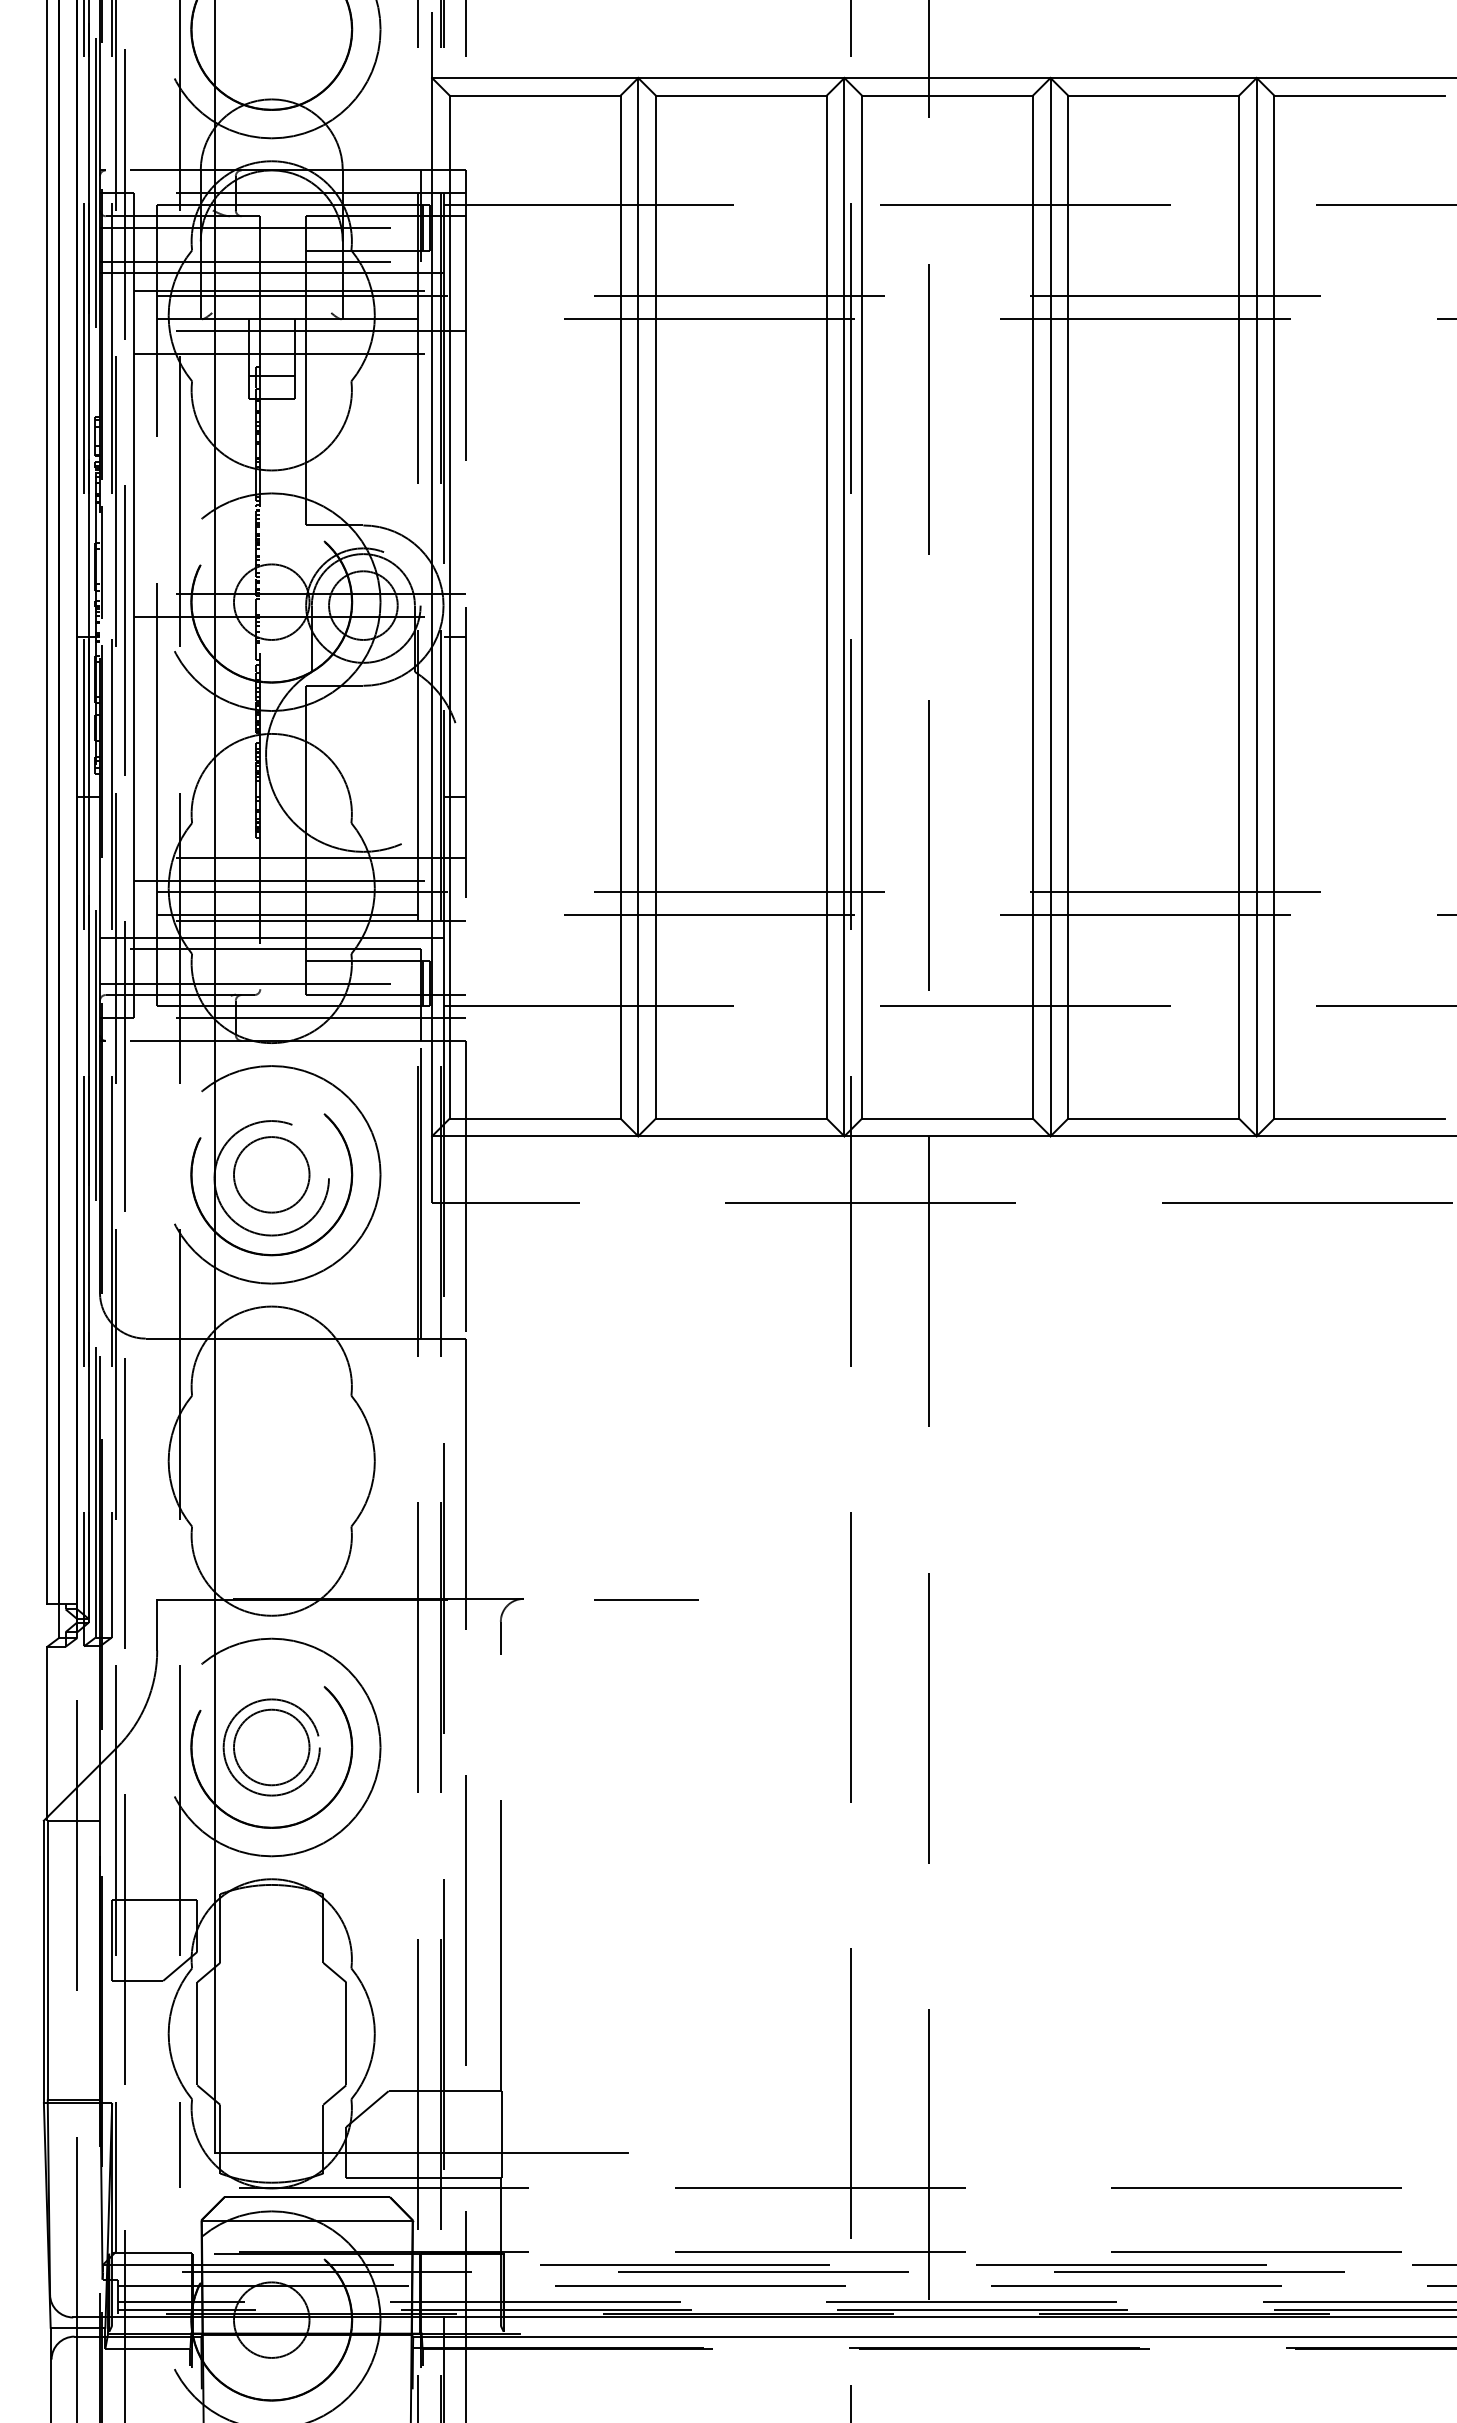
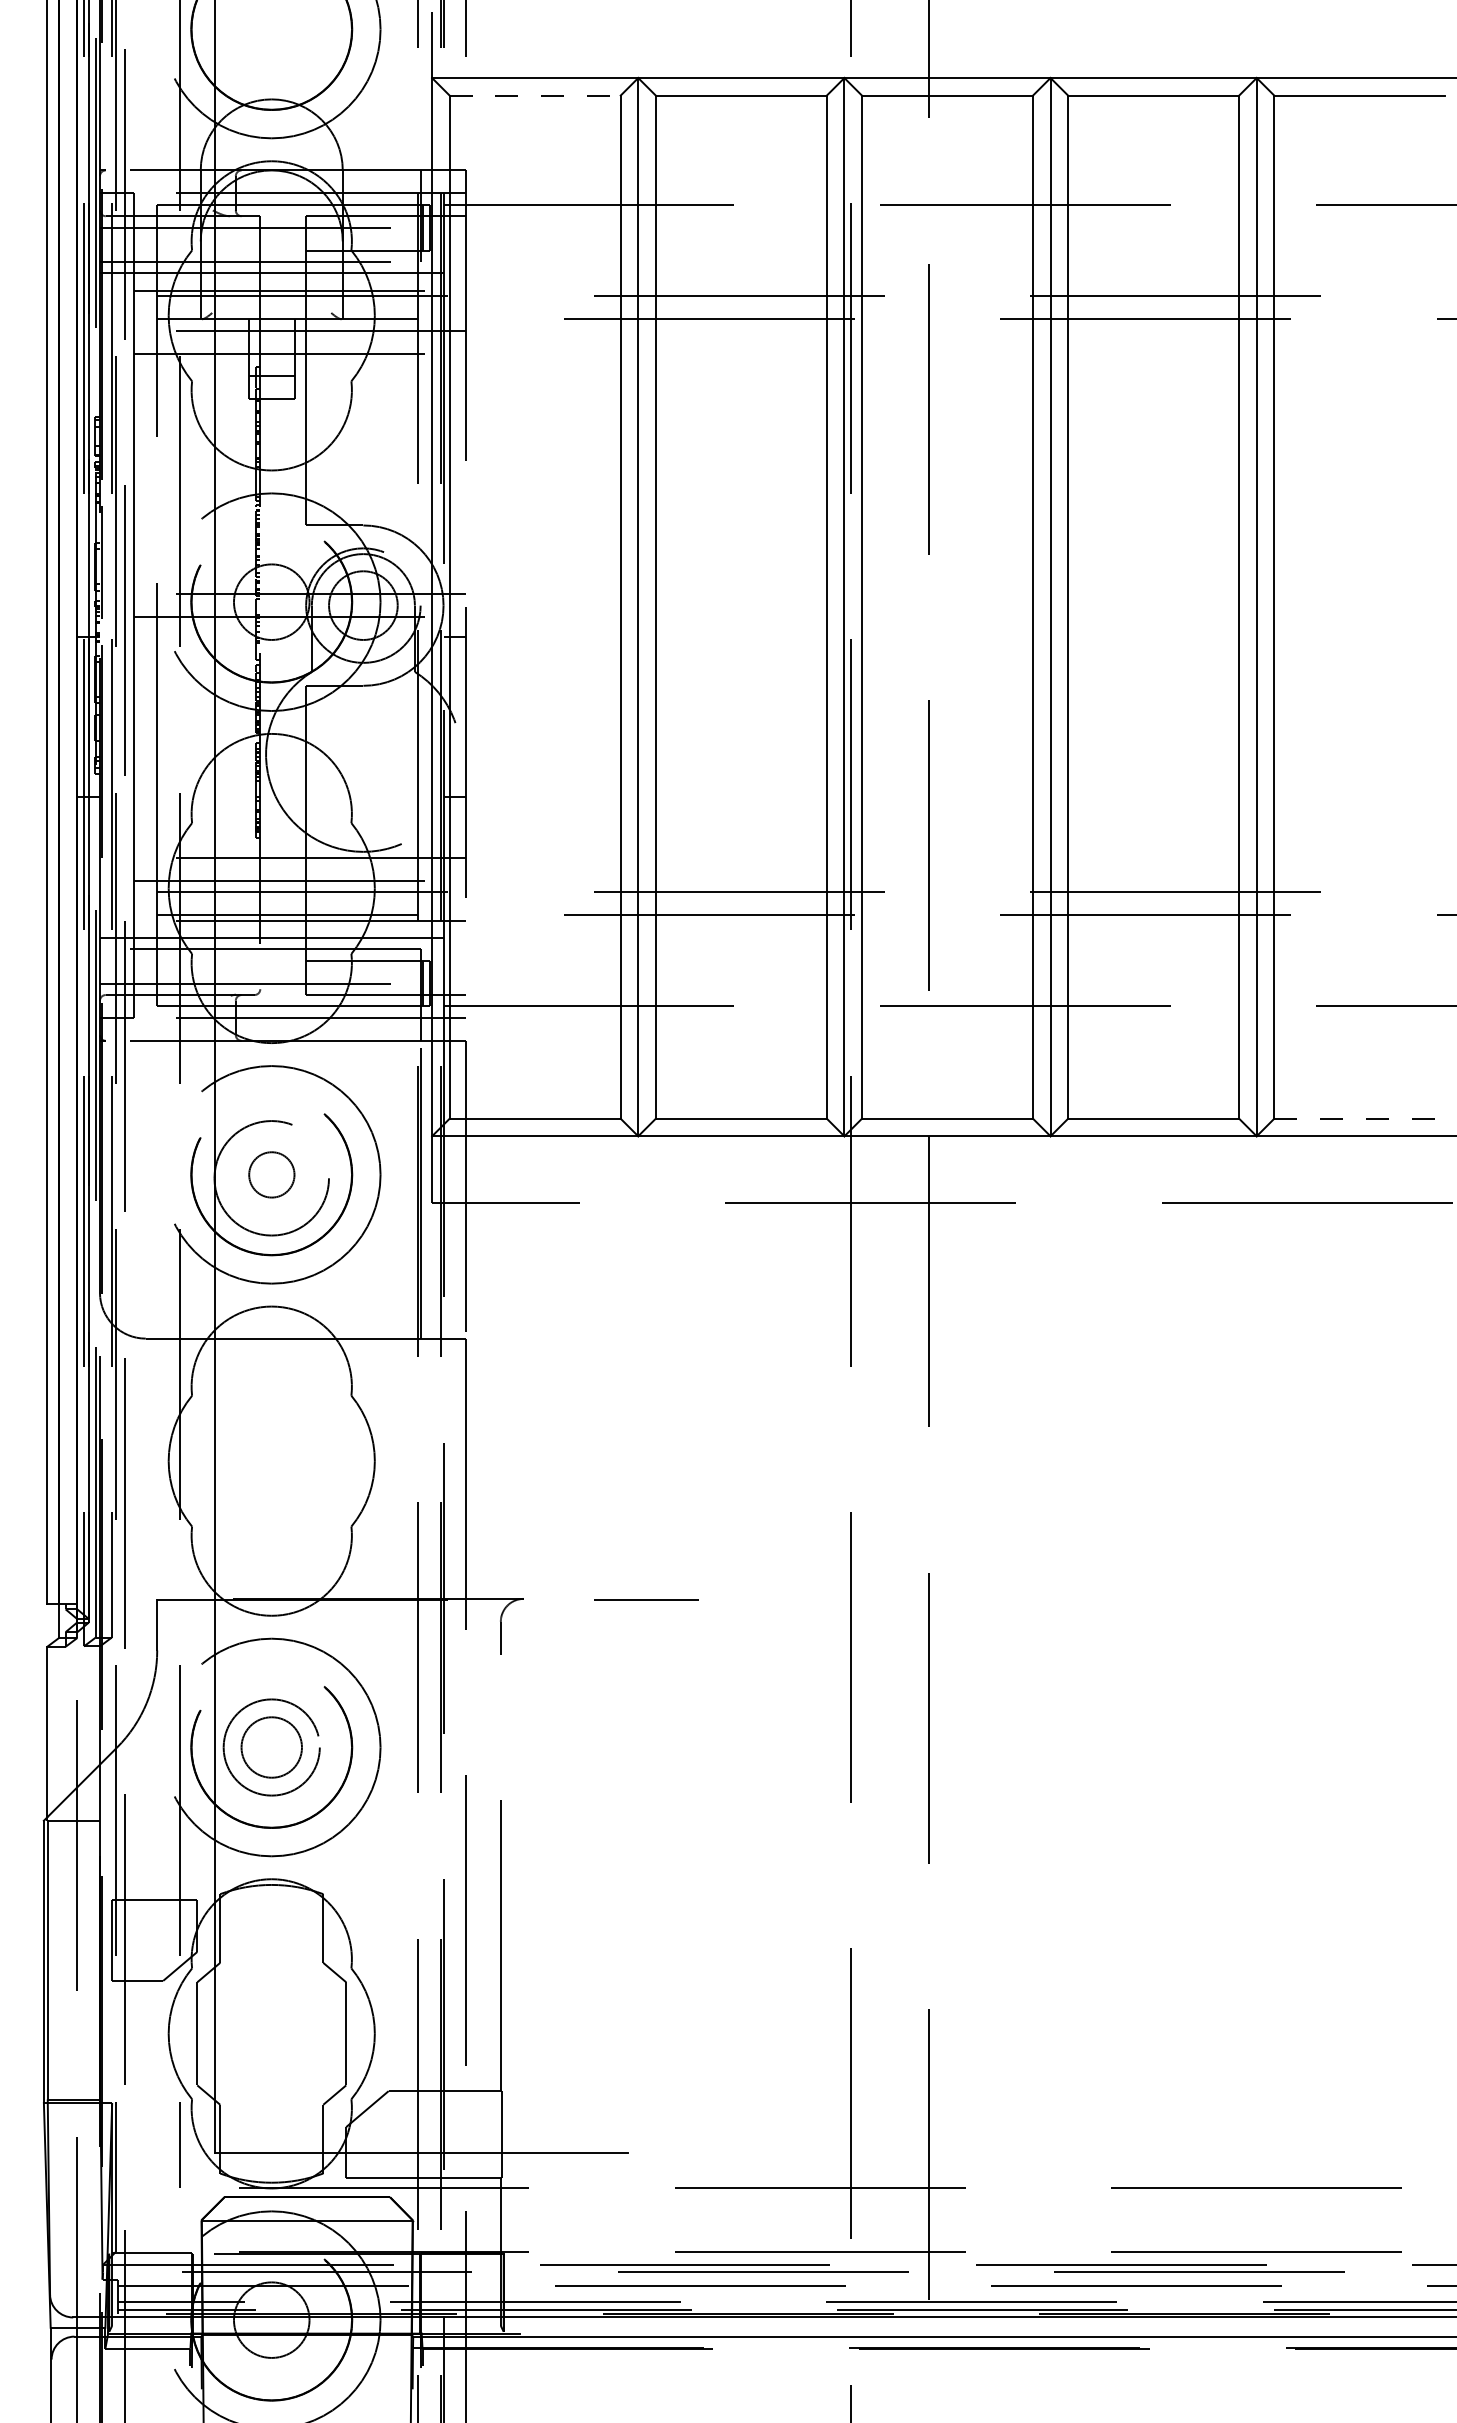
line at (535, 95): solid -> dashed
line at (1359, 1118): solid -> dashed
circle at (271, 1174) size: 78x78 px -> 48x48 px
circle at (271, 1747) diameter: 76 px -> 60 px
